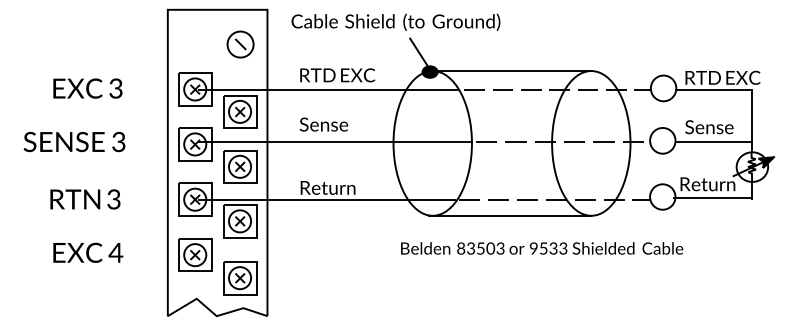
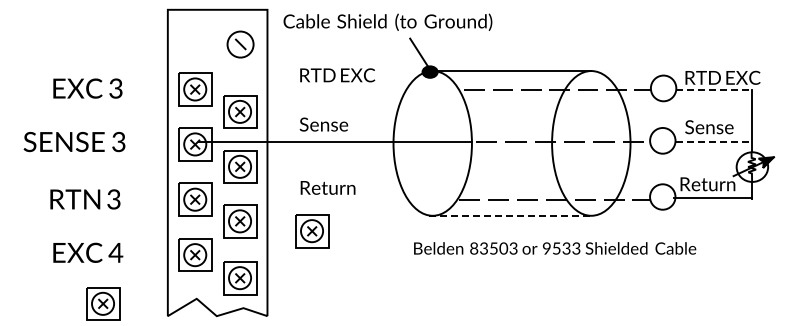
text at (395, 21) position: (395, 21) -> (387, 21)
line at (328, 89): present -> none
line at (714, 89): solid -> dashed
line at (713, 142): solid -> dashed
line at (327, 200): present -> none
line at (510, 215): solid -> dashed
part at (312, 231): none -> present
text at (542, 248) position: (542, 248) -> (555, 248)
part at (103, 303): none -> present
